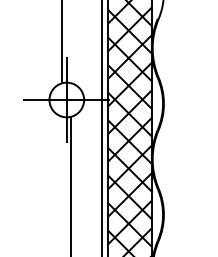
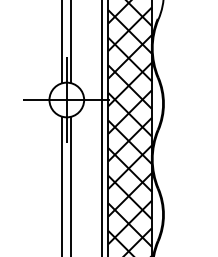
line at (71, 42): none -> present
line at (62, 184): none -> present
